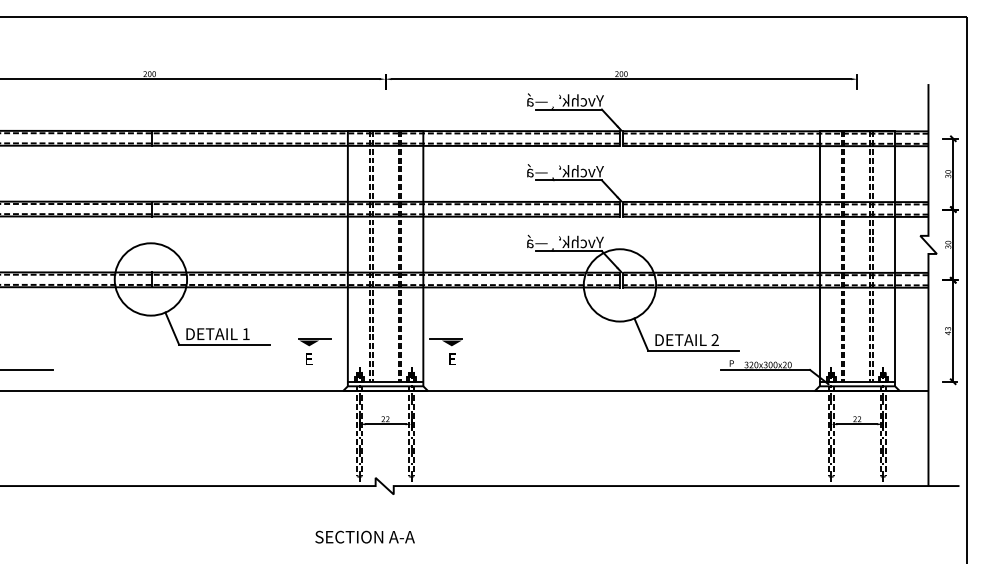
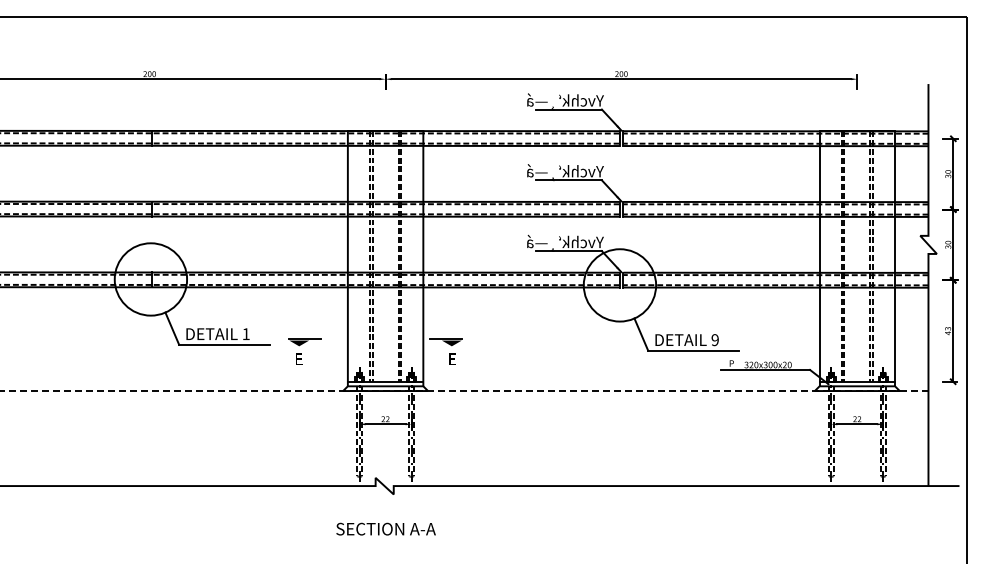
text at (714, 340): 2 -> 9
part at (314, 351) position: (314, 351) -> (304, 351)
line at (27, 369): present -> none
line at (464, 391): solid -> dashed
text at (364, 536) position: (364, 536) -> (385, 528)
